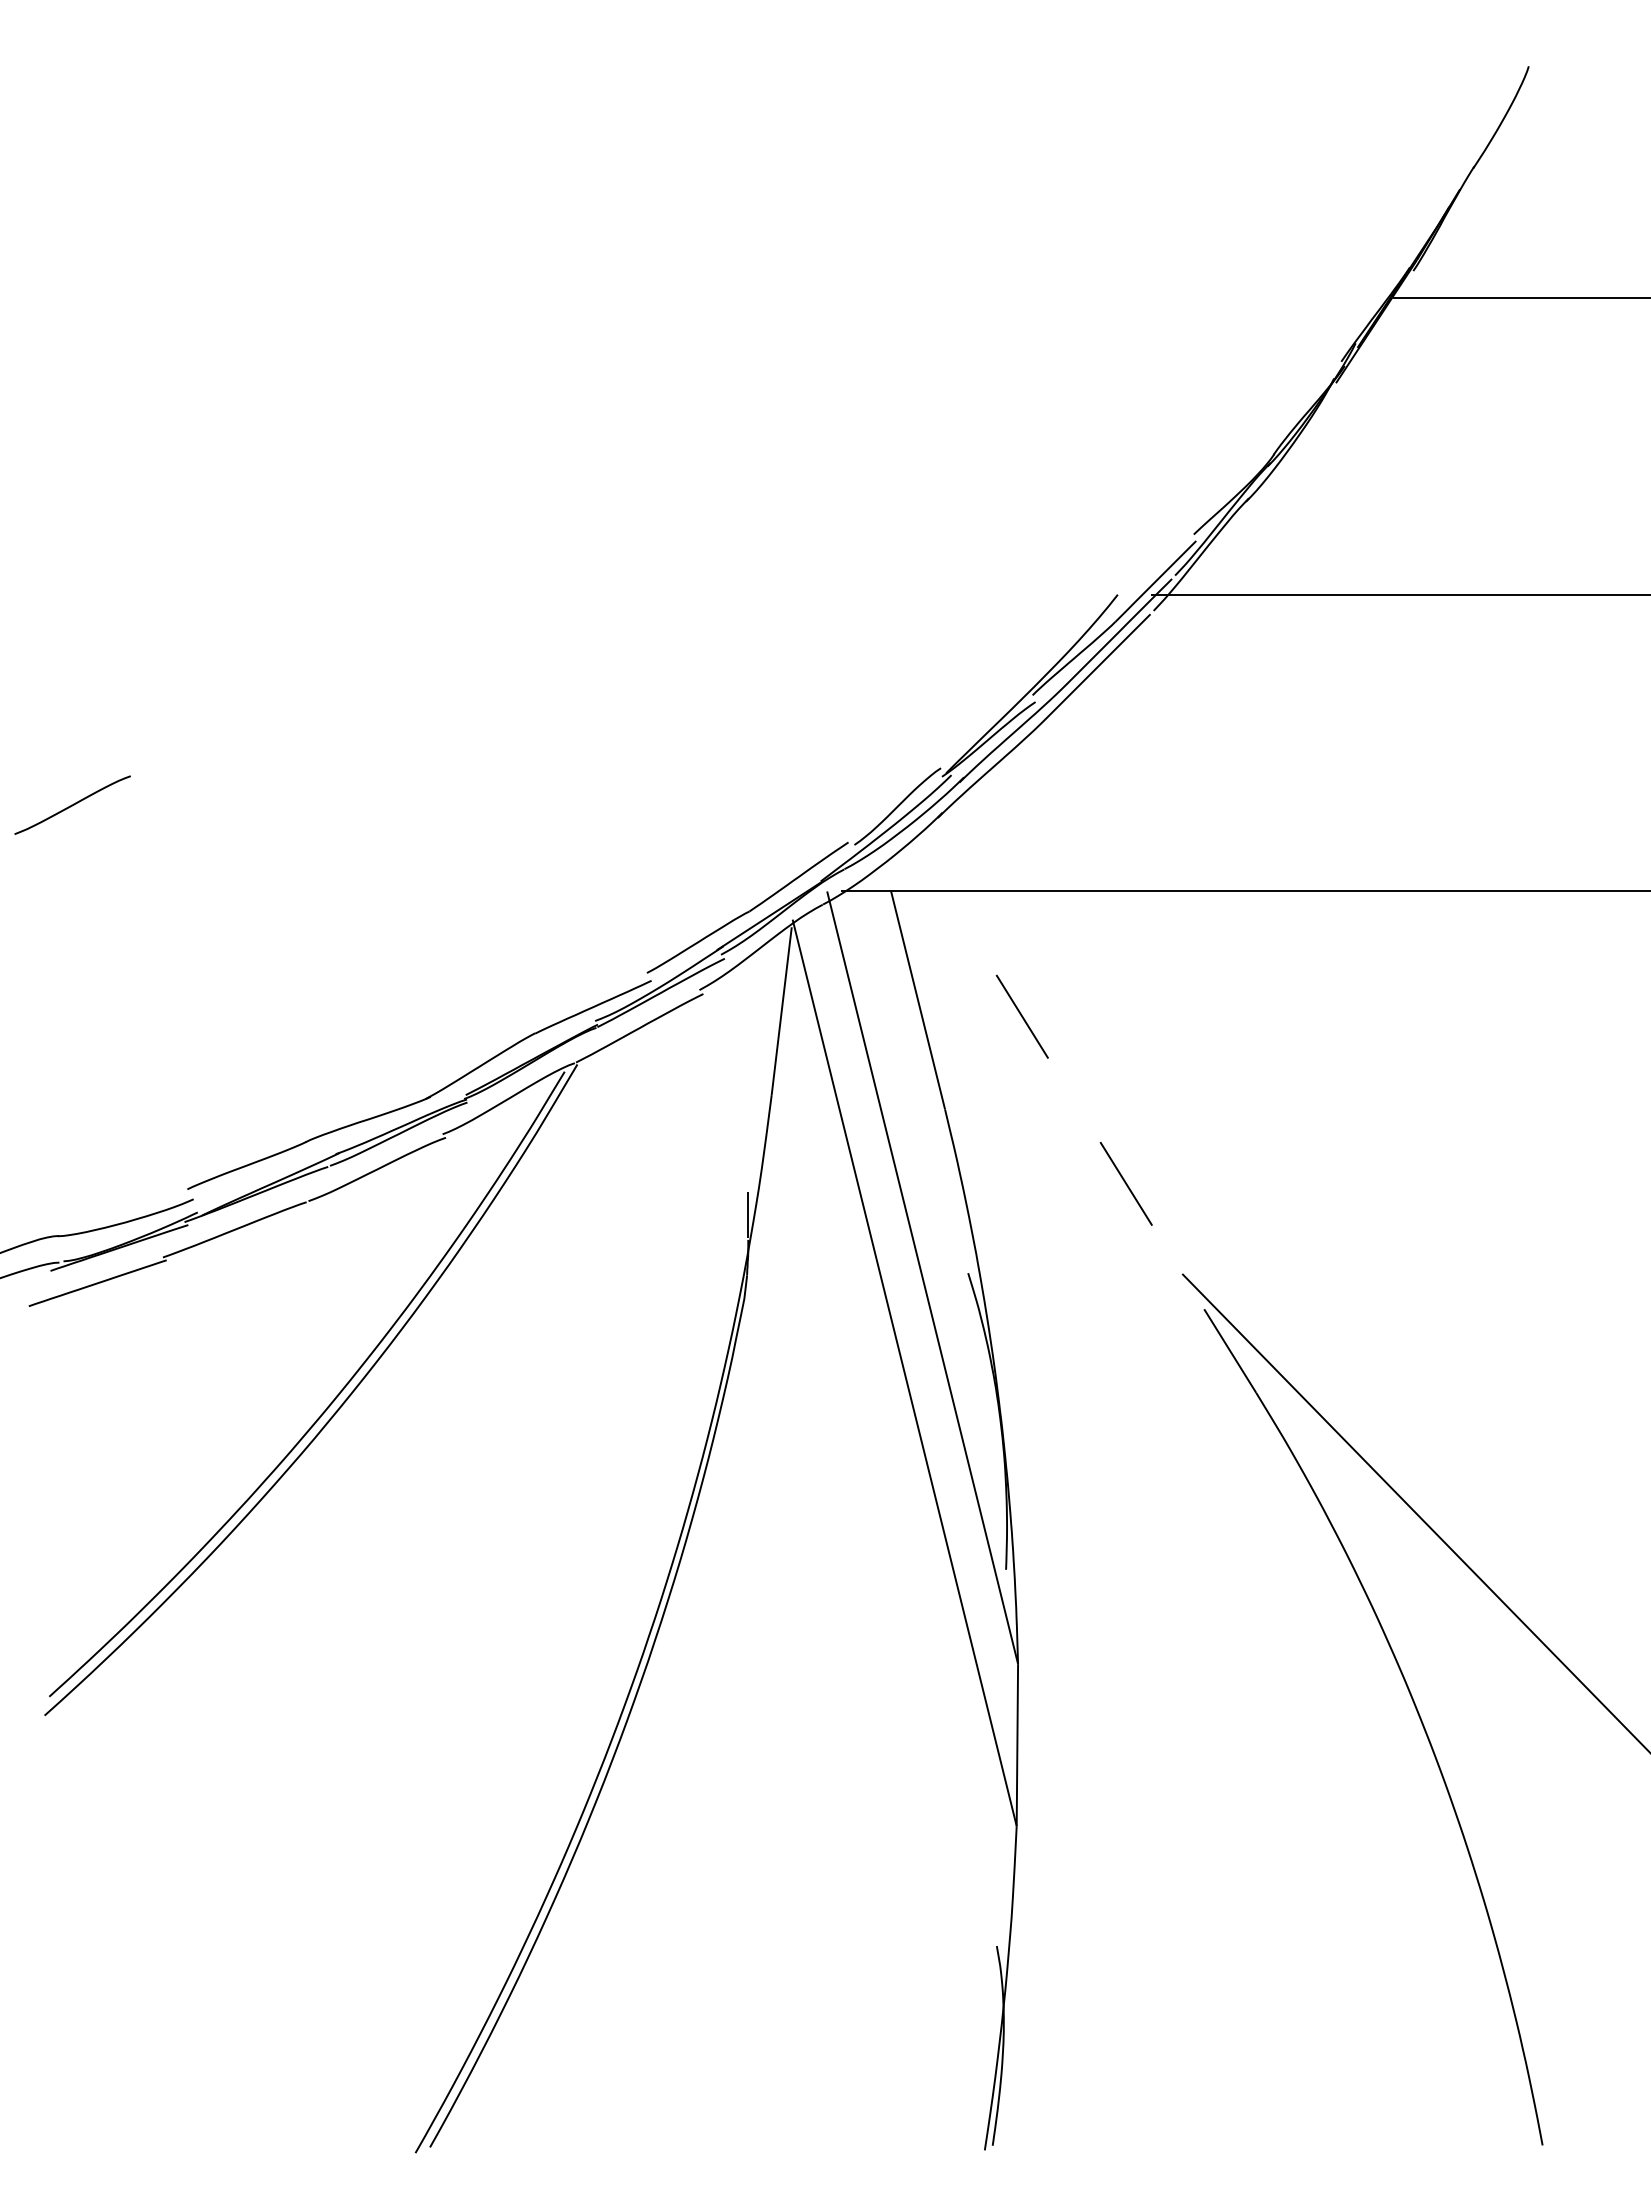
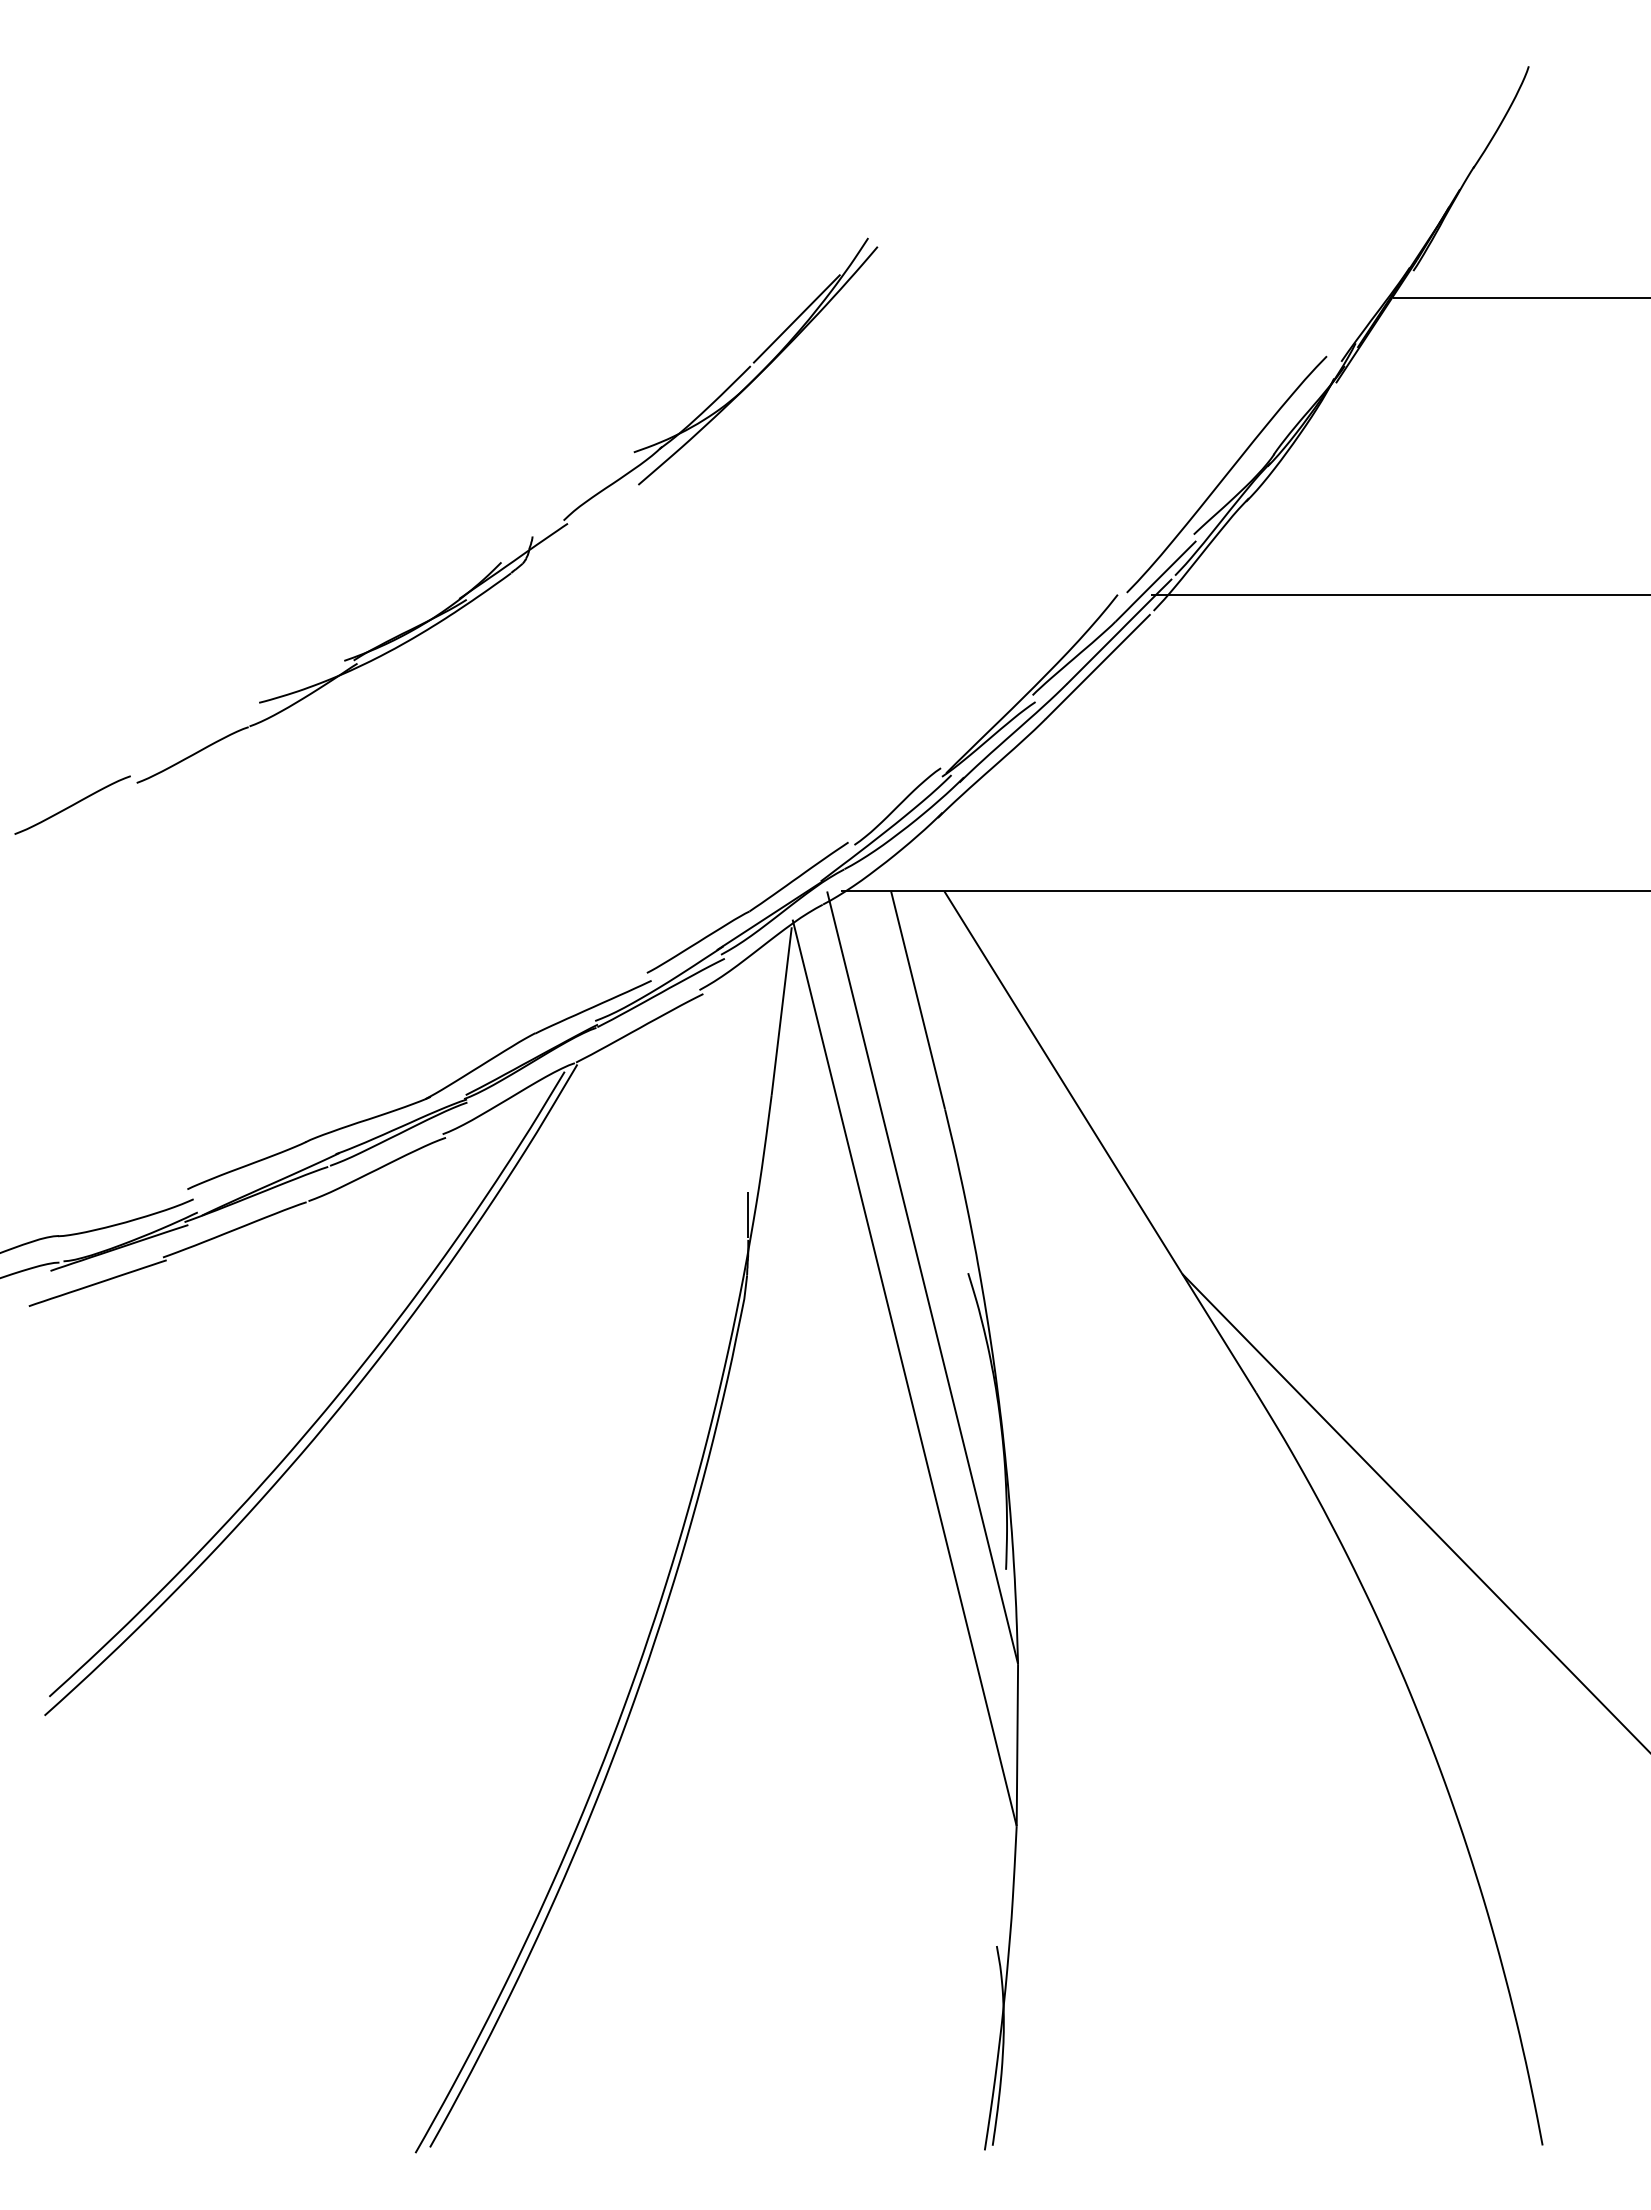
curve at (1226, 474): none -> present
part at (531, 536): none -> present
line at (1100, 1141): dashed -> solid
